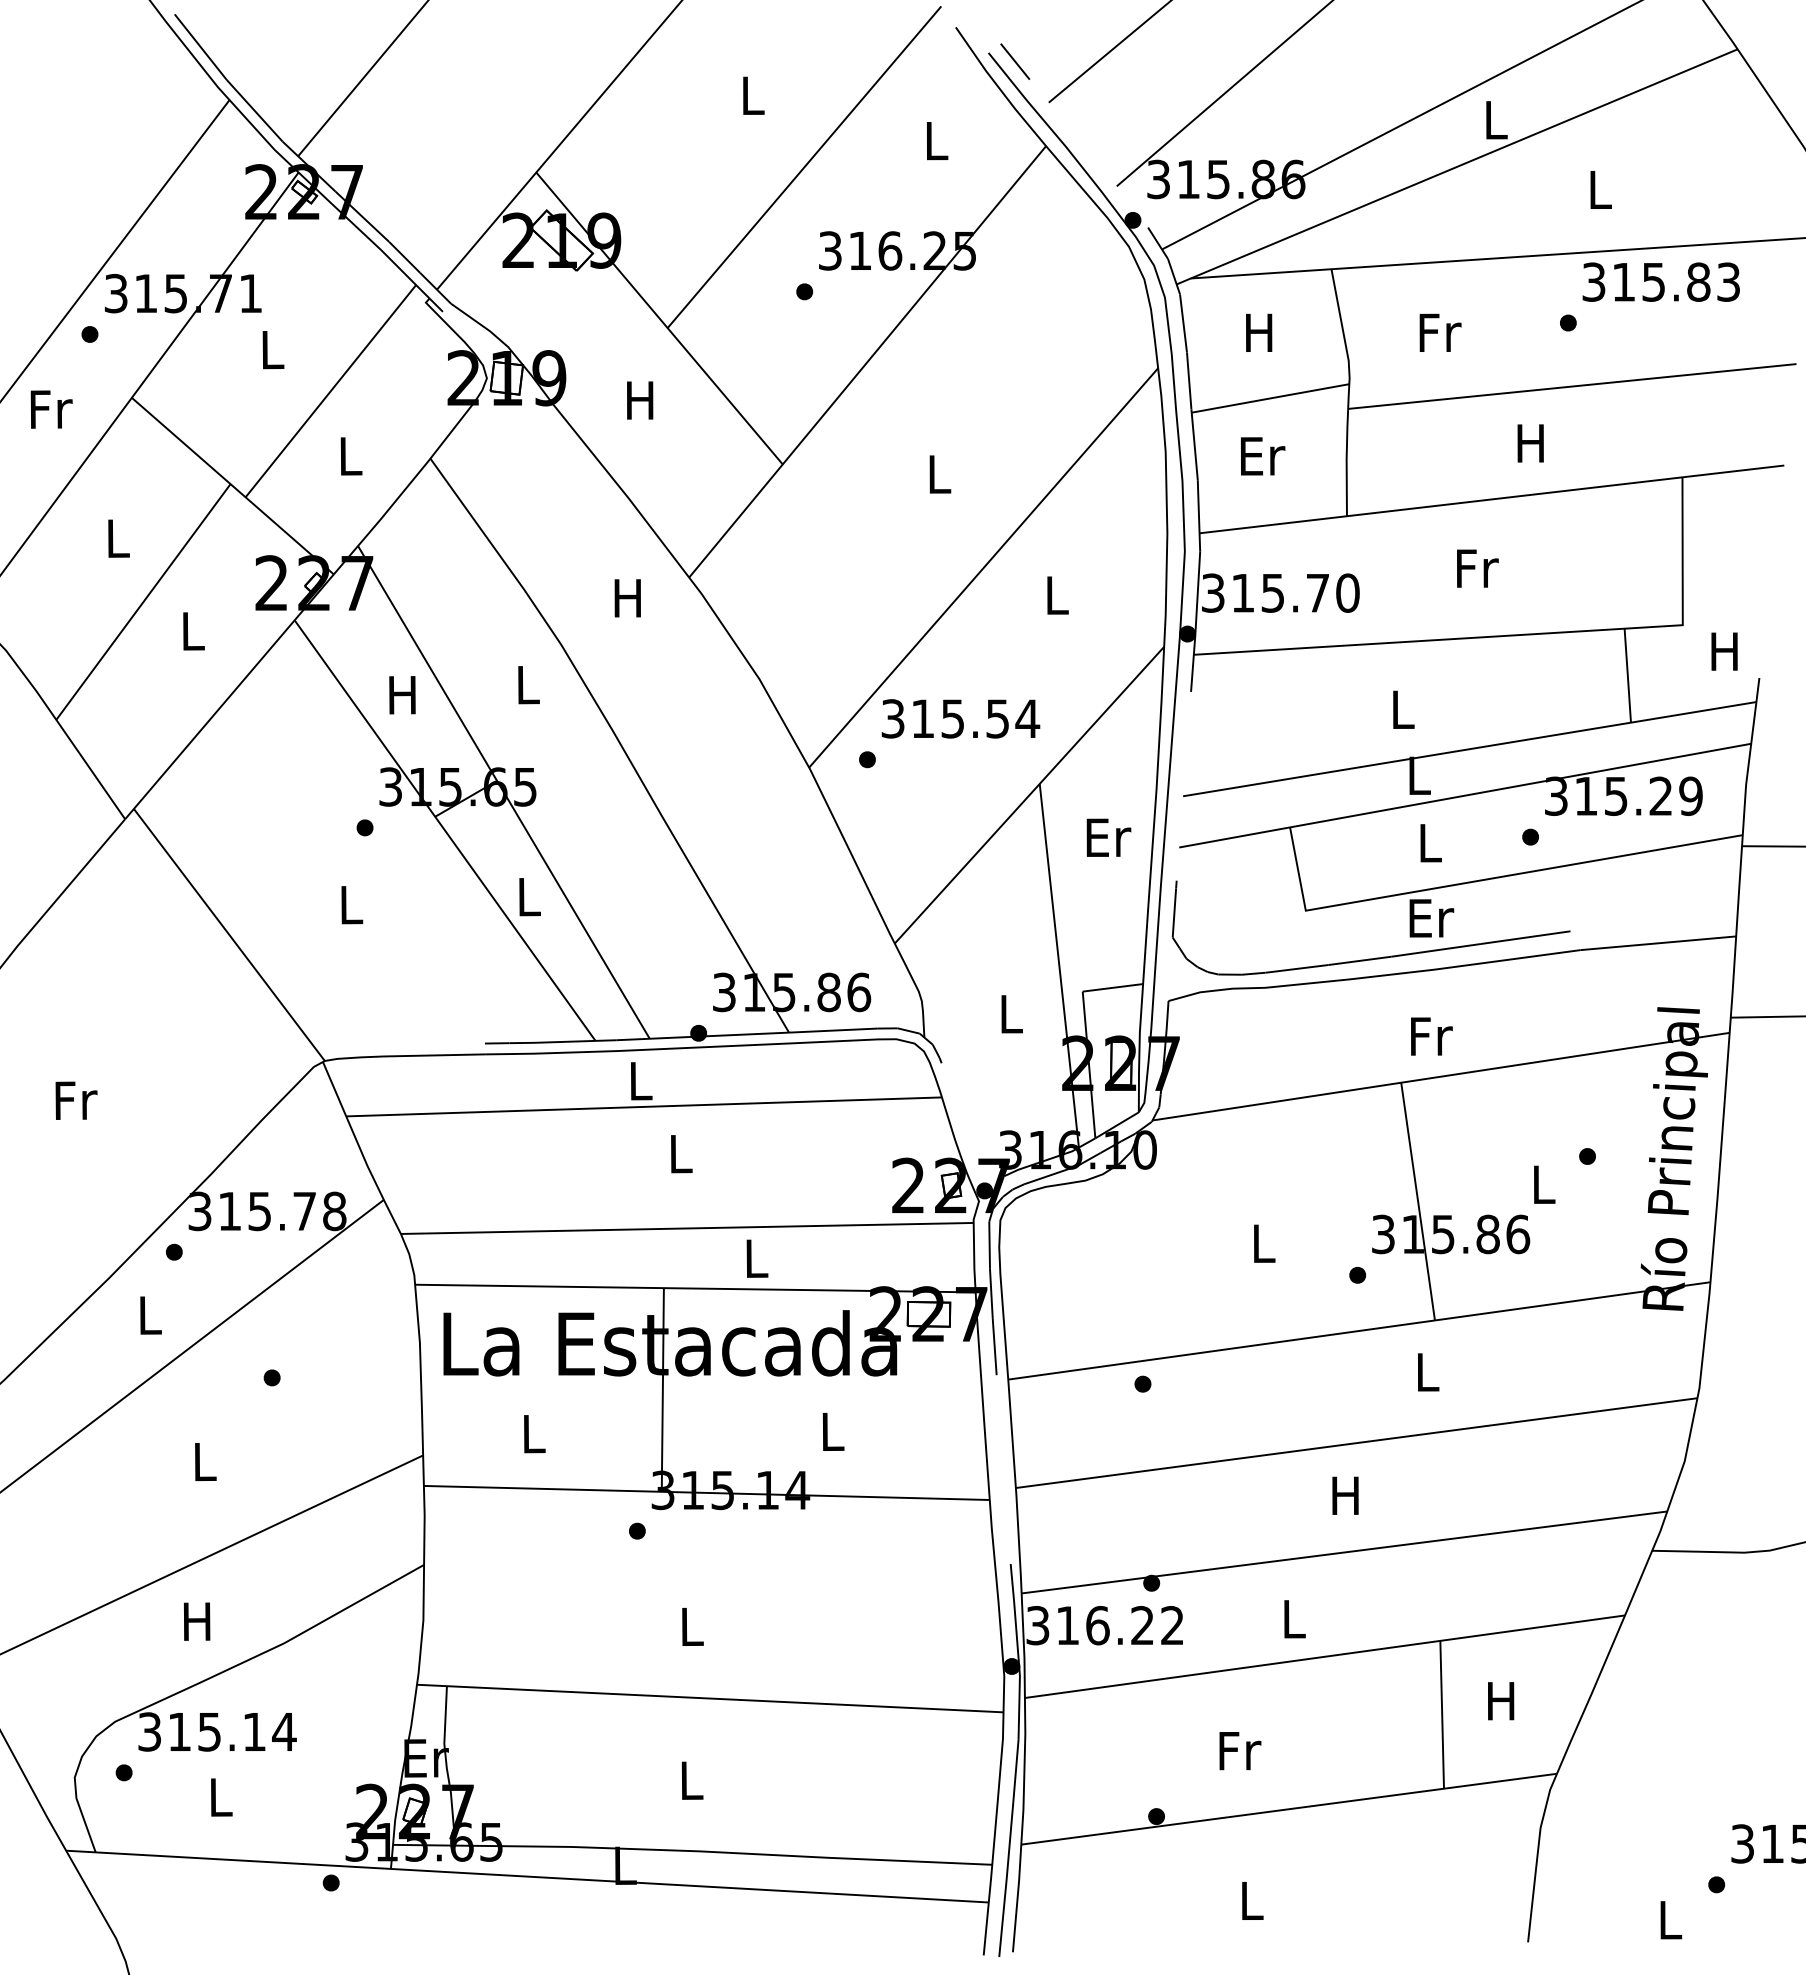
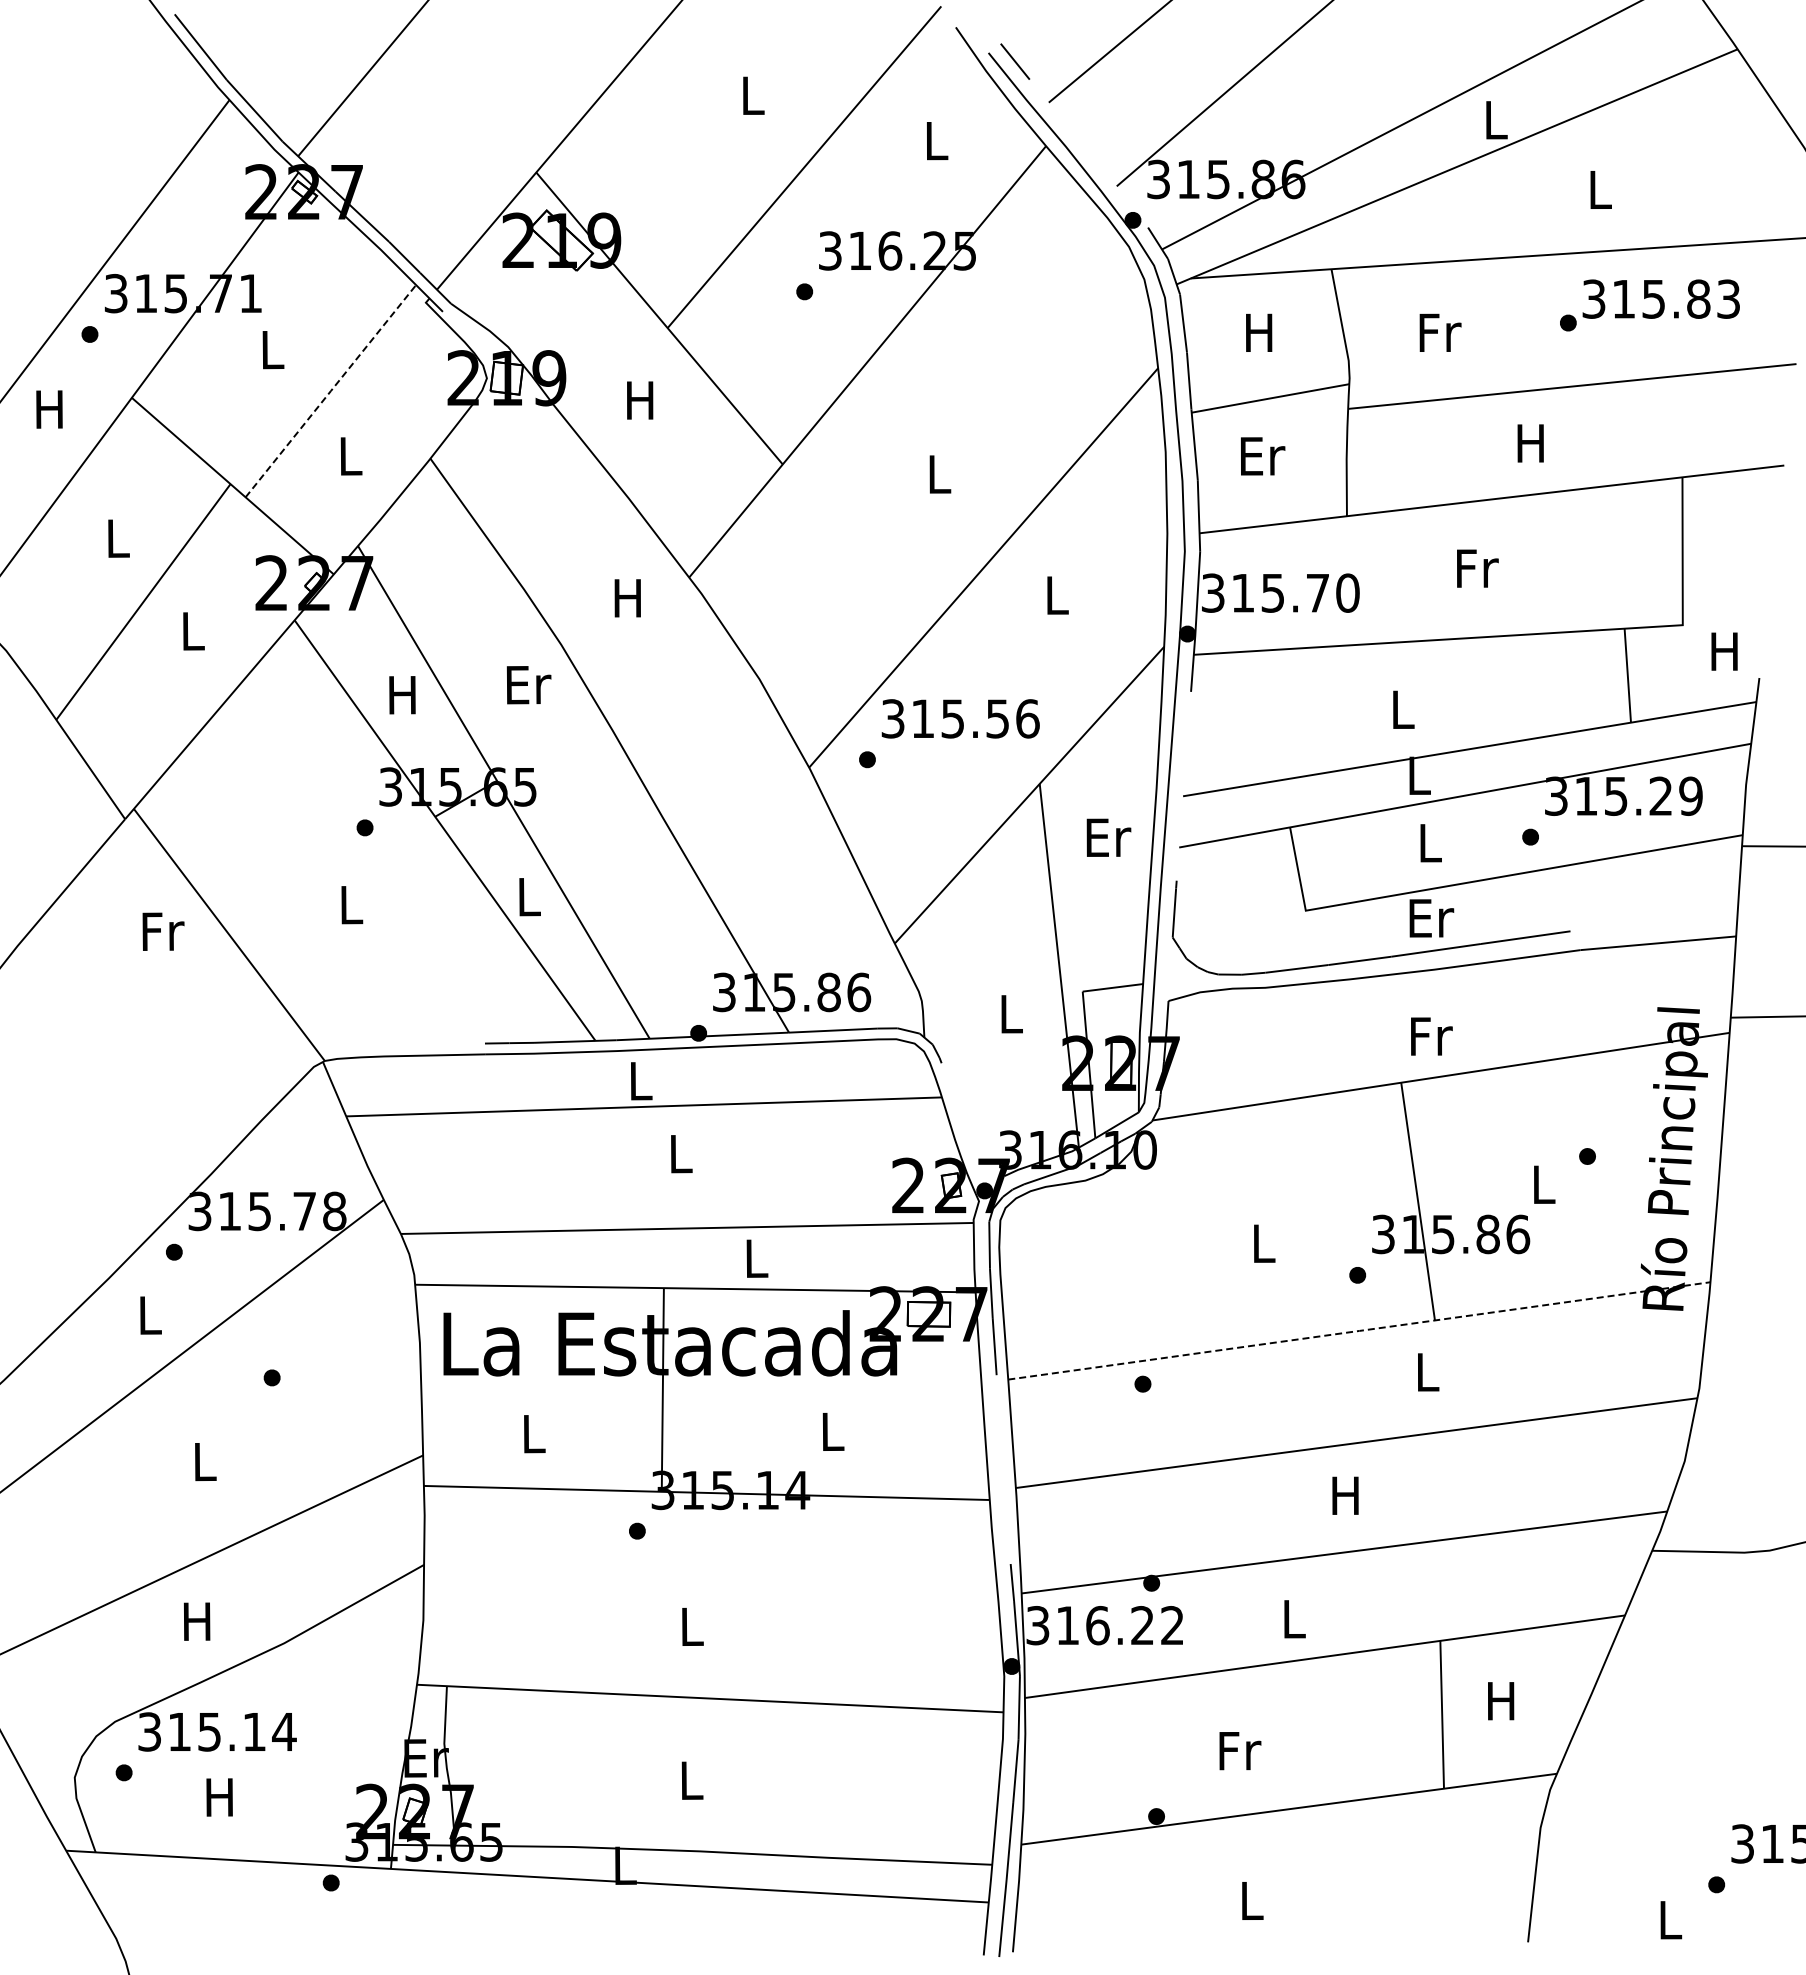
text at (1660, 281) position: (1660, 281) -> (1660, 298)
line at (330, 391): solid -> dashed
text at (51, 409): Fr -> H
text at (528, 685): L -> Er
text at (1027, 718): 315.54 -> 315.56
text at (76, 1100) position: (76, 1100) -> (163, 931)
line at (1359, 1330): solid -> dashed
text at (219, 1797): L -> H
